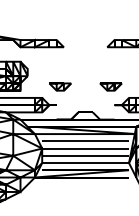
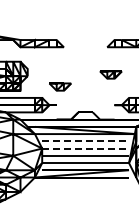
part at (110, 86) position: (110, 86) -> (110, 74)
line at (86, 141): solid -> dashed
line at (86, 148): solid -> dashed
